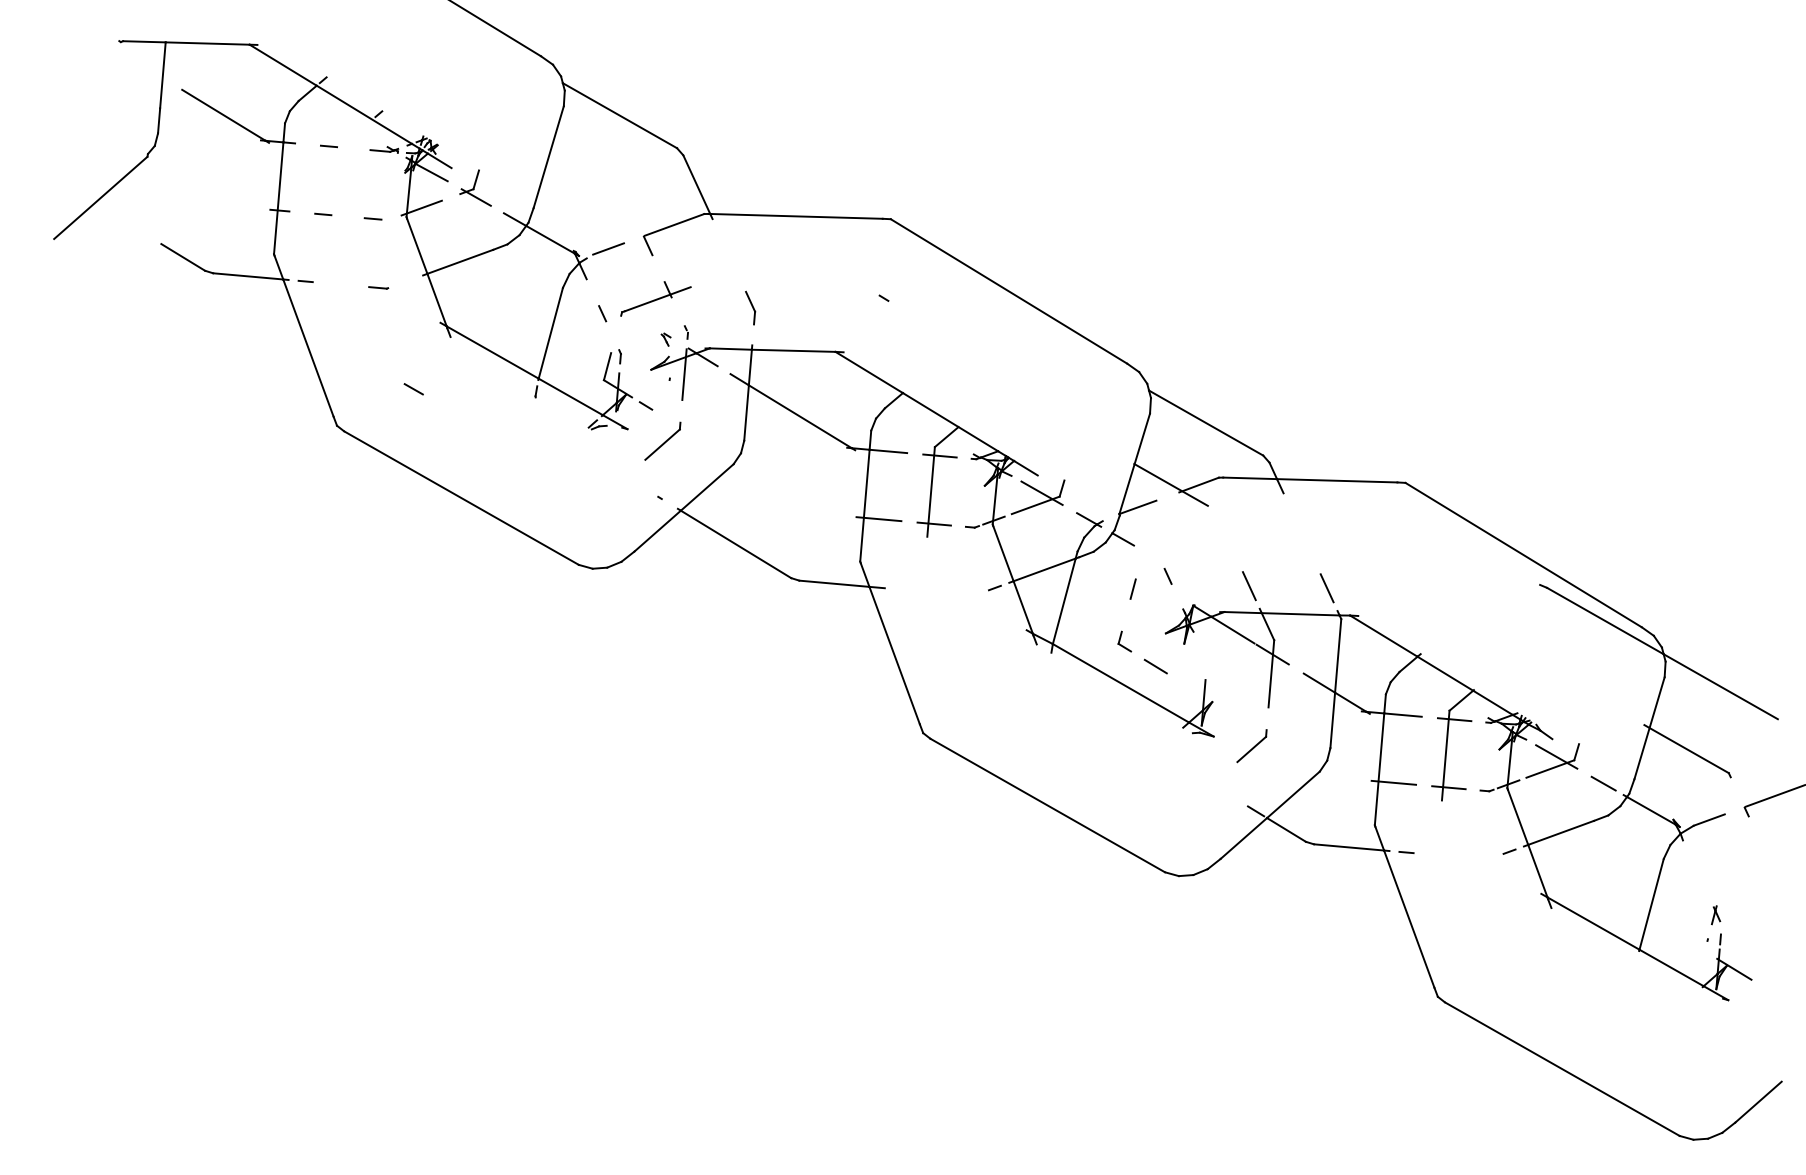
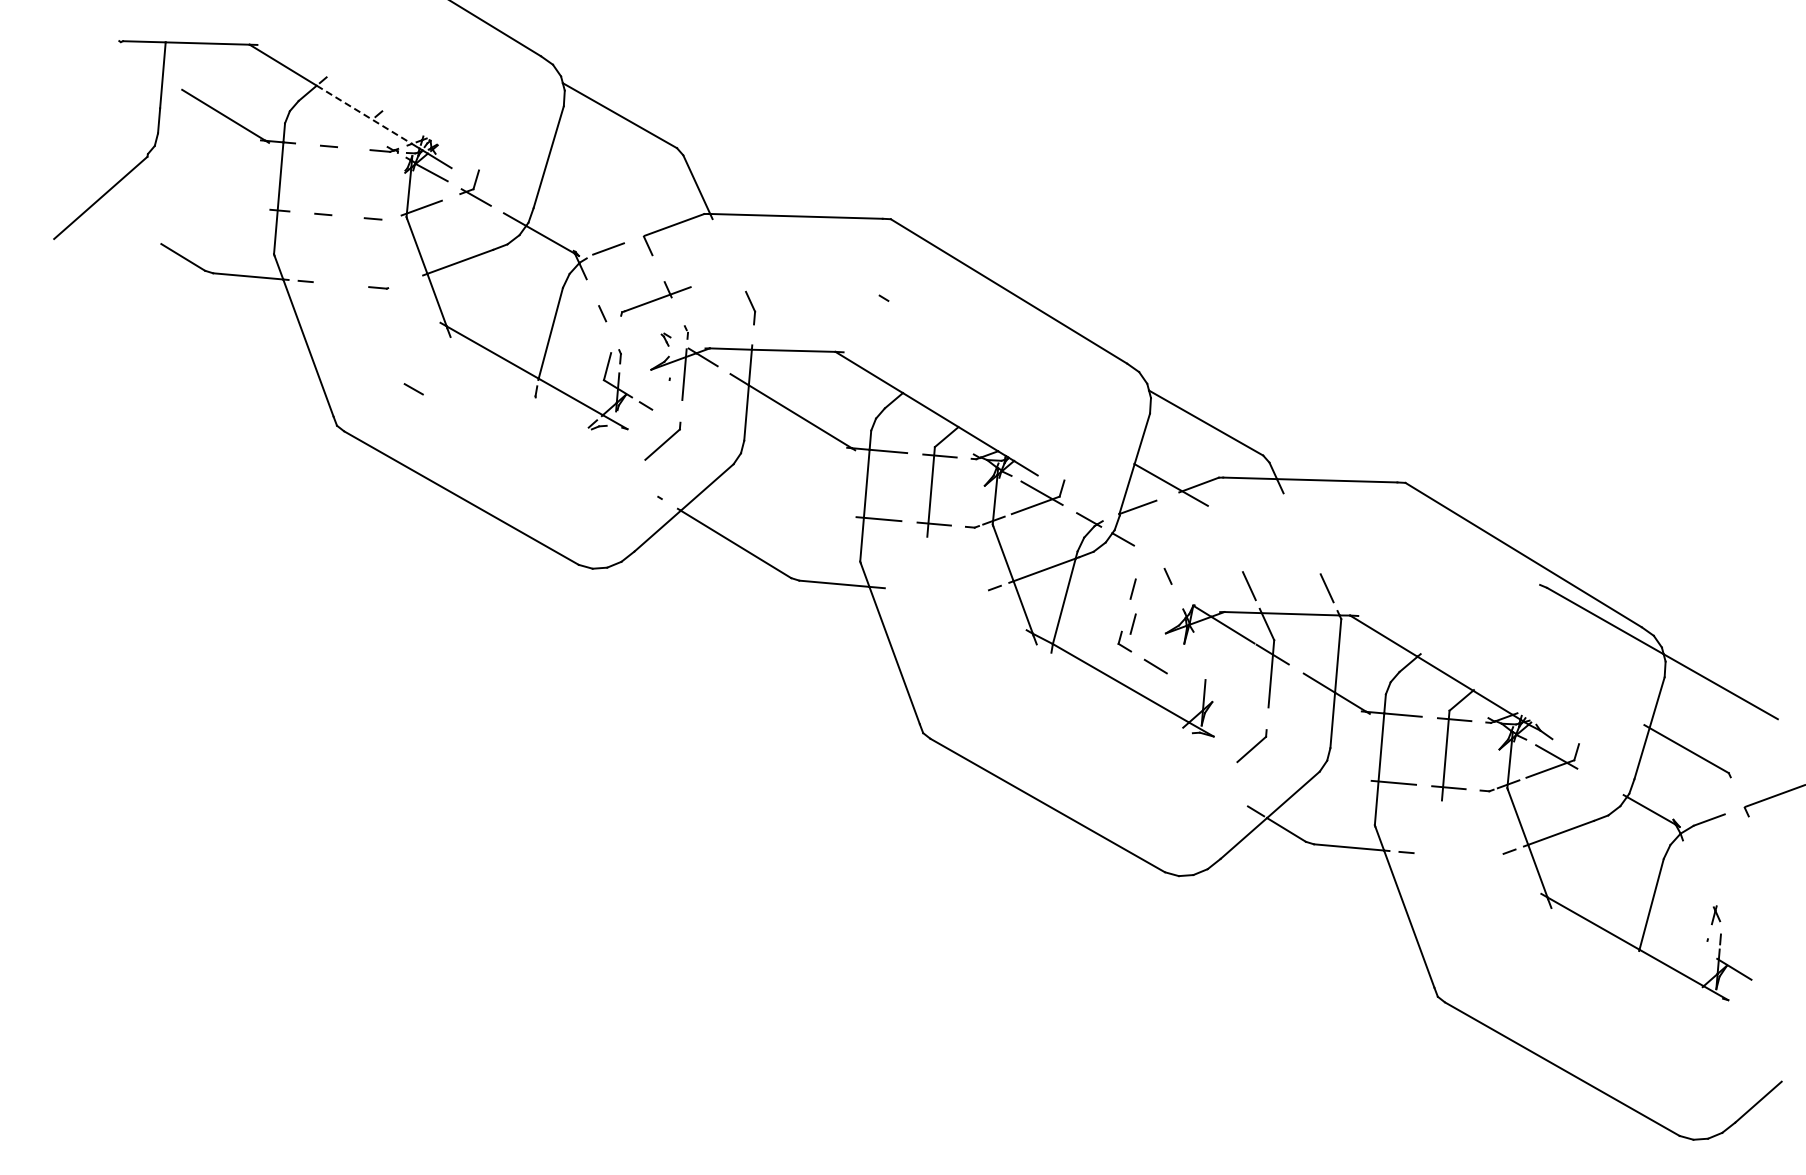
line at (364, 114): solid -> dashed
line at (1132, 623): none -> present
line at (1603, 783): present -> none
